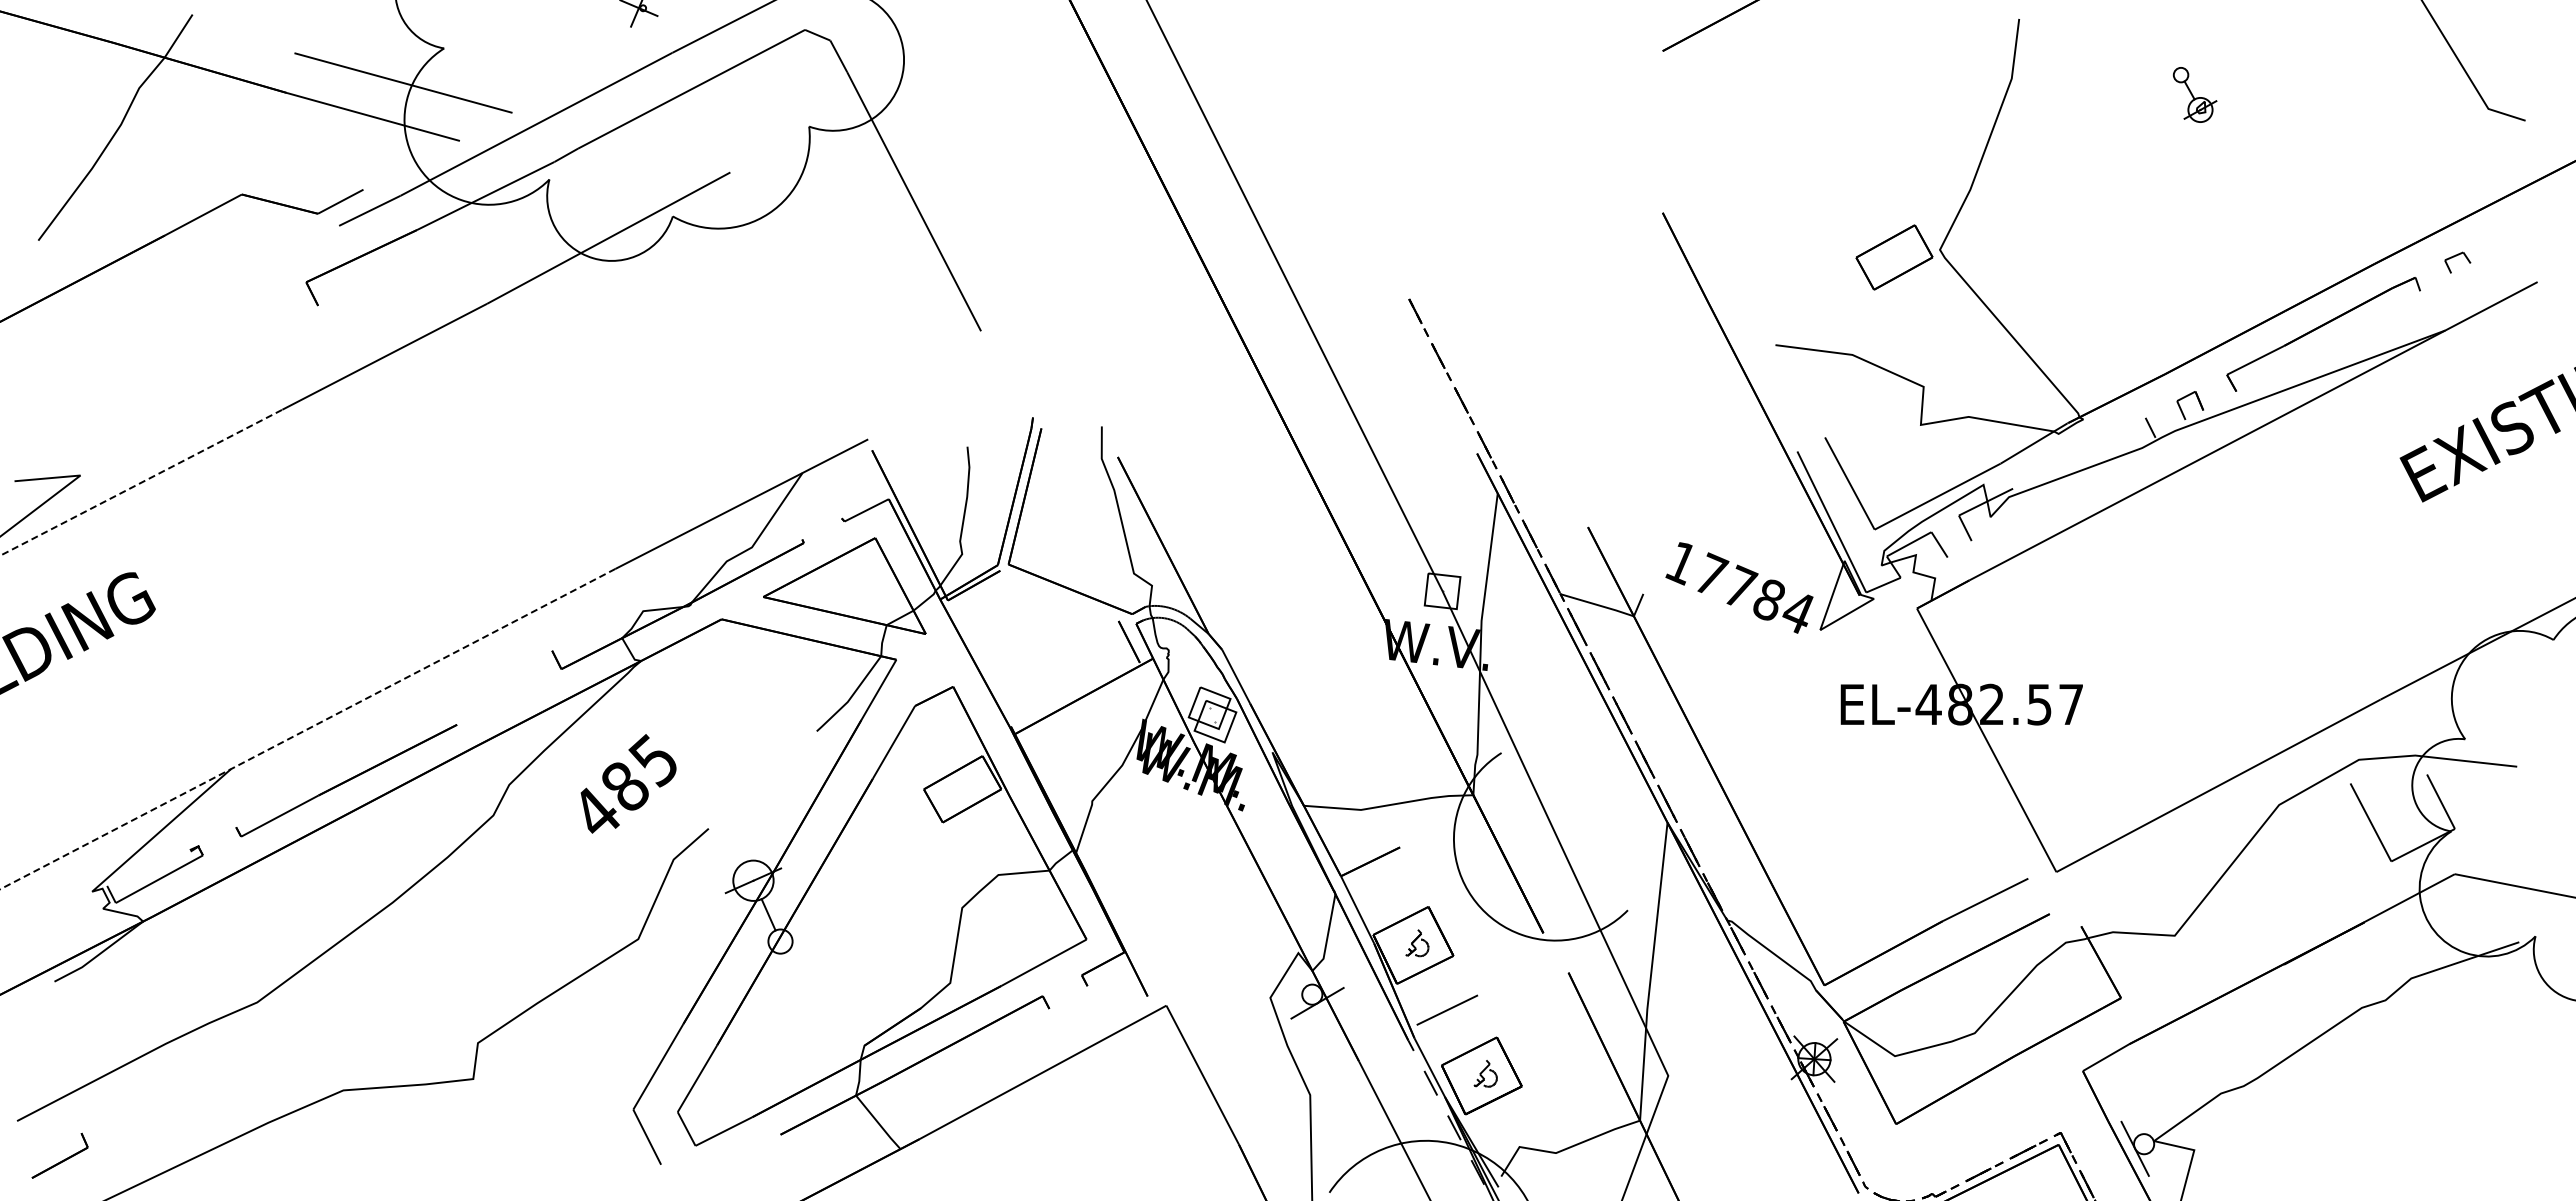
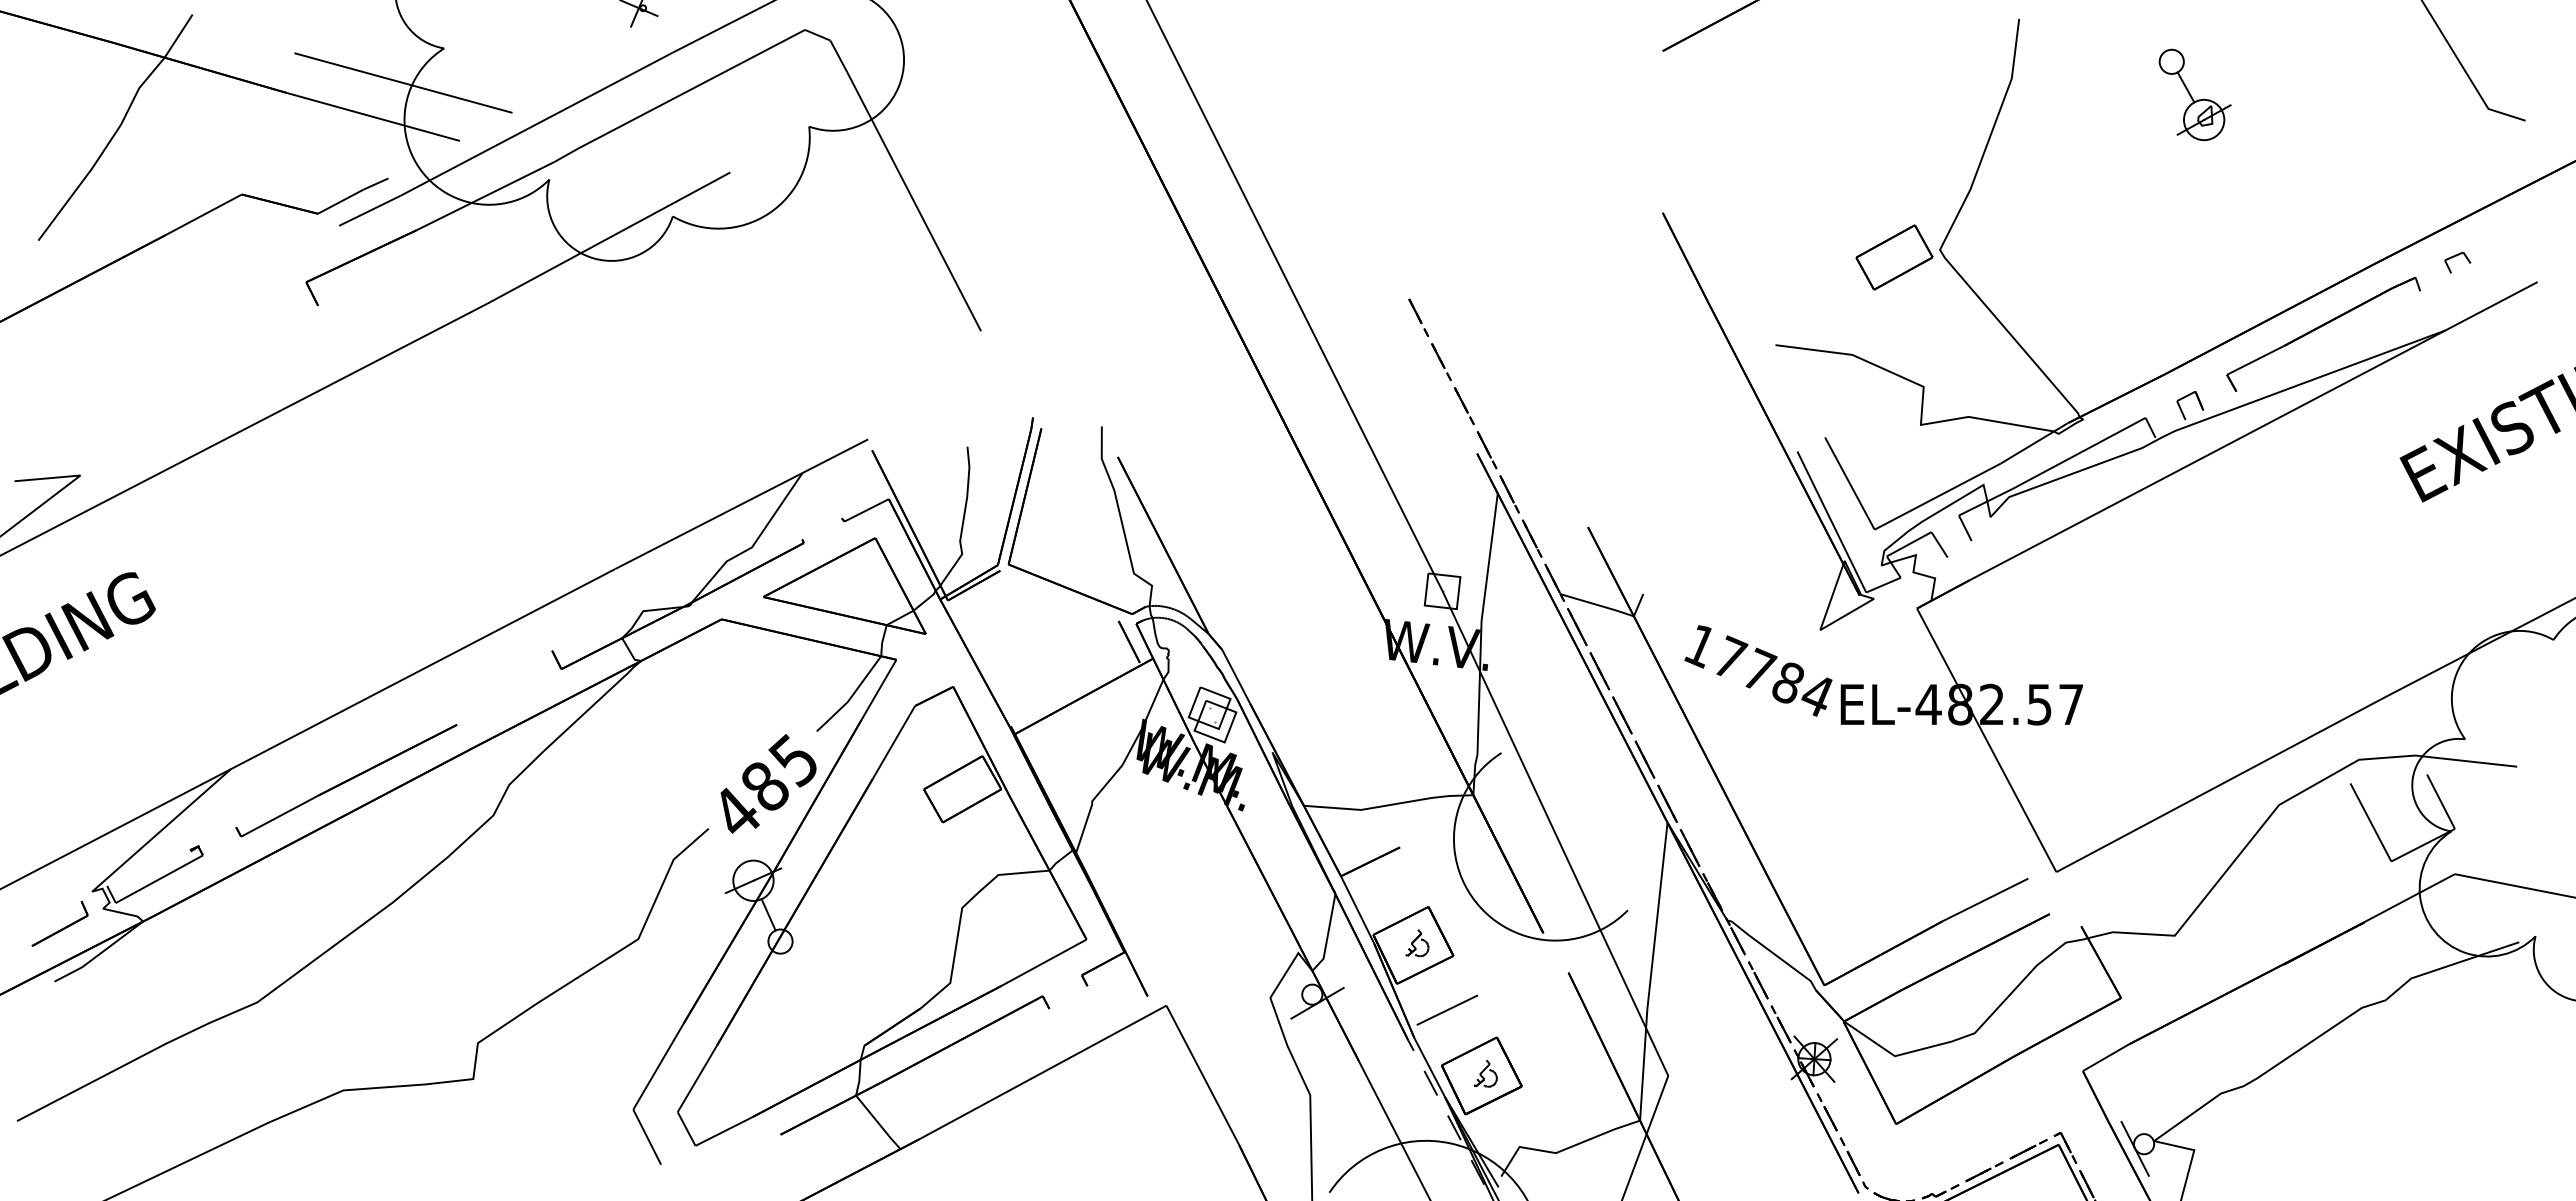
part at (2195, 94) size: 45x56 px -> 74x94 px
line at (375, 183): none -> present
line at (2079, 452): none -> present
line at (141, 482): dashed -> solid
text at (1739, 587) position: (1739, 587) -> (1758, 670)
line at (307, 729): dashed -> solid
text at (628, 783) position: (628, 783) -> (768, 783)
part at (59, 1155) position: (59, 1155) -> (59, 923)
